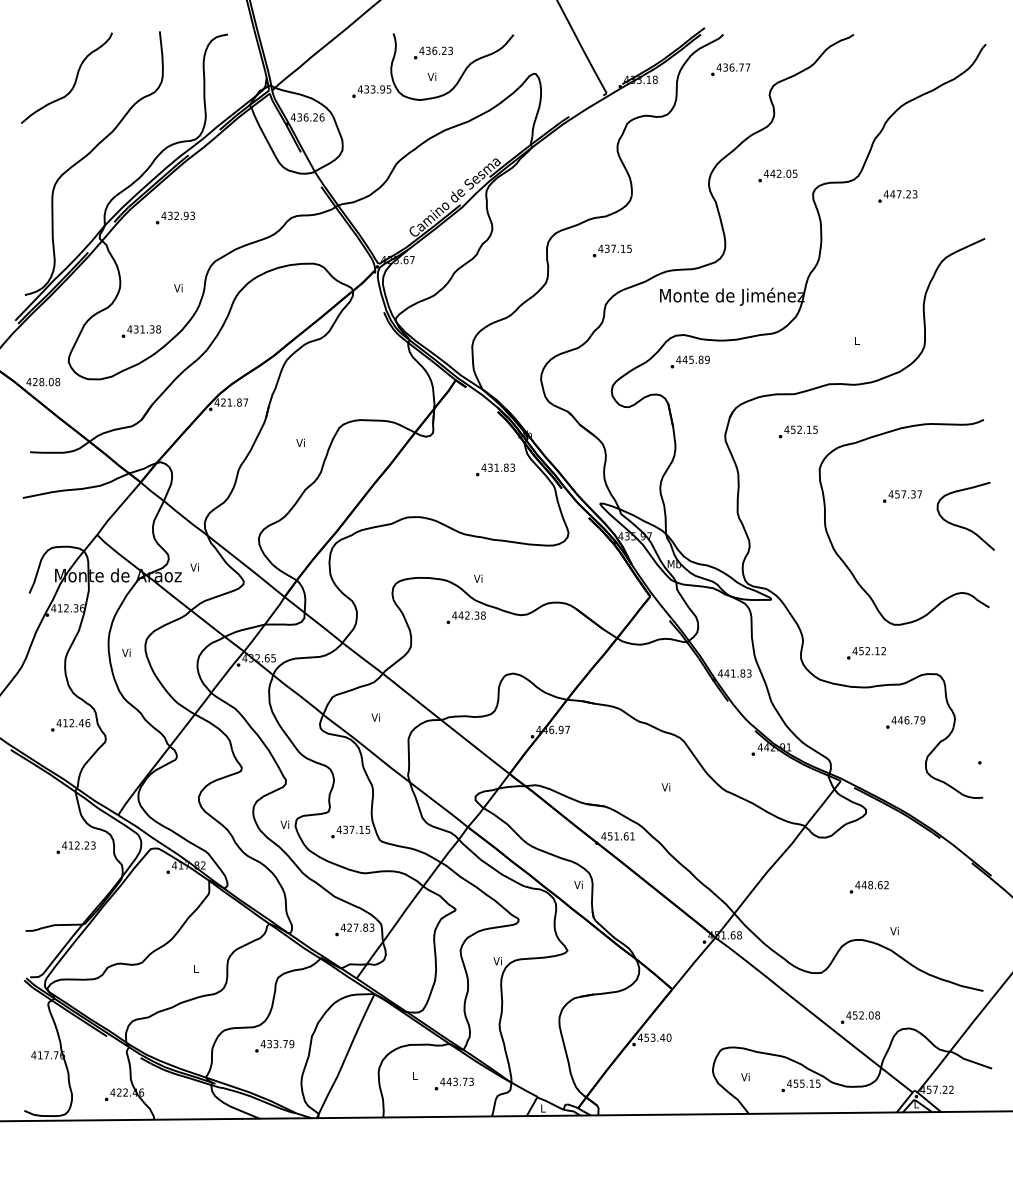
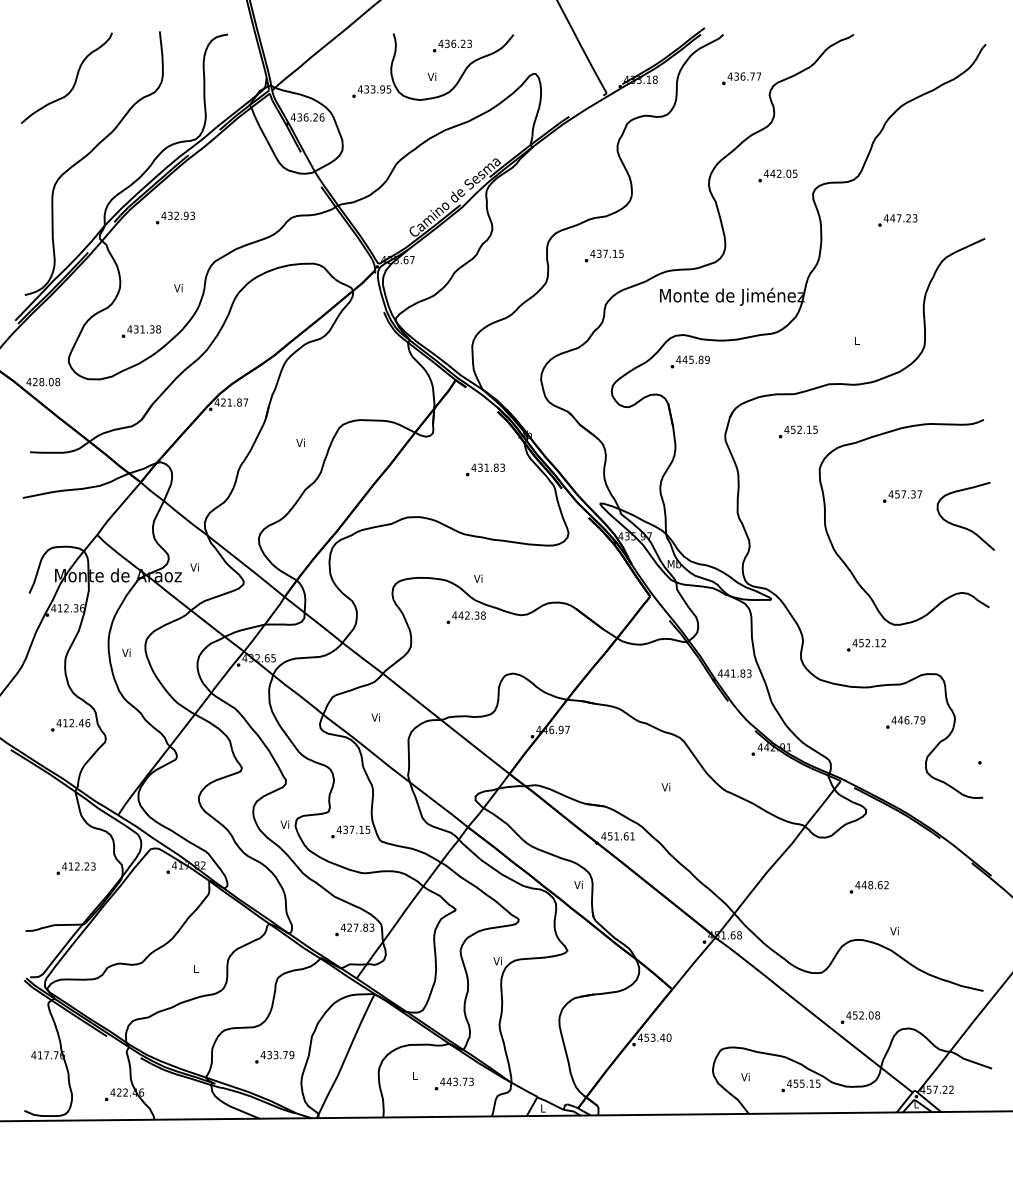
text at (433, 52) position: (433, 52) -> (452, 45)
text at (730, 69) position: (730, 69) -> (741, 78)
text at (897, 196) position: (897, 196) -> (897, 220)
text at (611, 250) position: (611, 250) -> (603, 255)
text at (495, 469) position: (495, 469) -> (485, 469)
text at (866, 653) position: (866, 653) -> (866, 645)
text at (75, 847) position: (75, 847) -> (75, 868)
text at (274, 1046) position: (274, 1046) -> (274, 1057)
